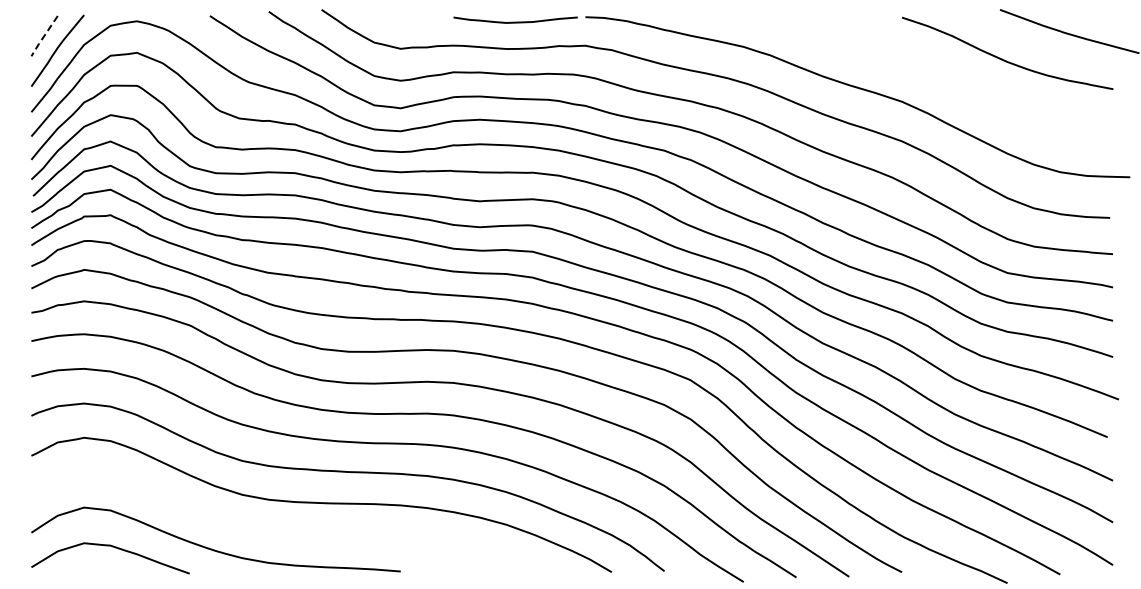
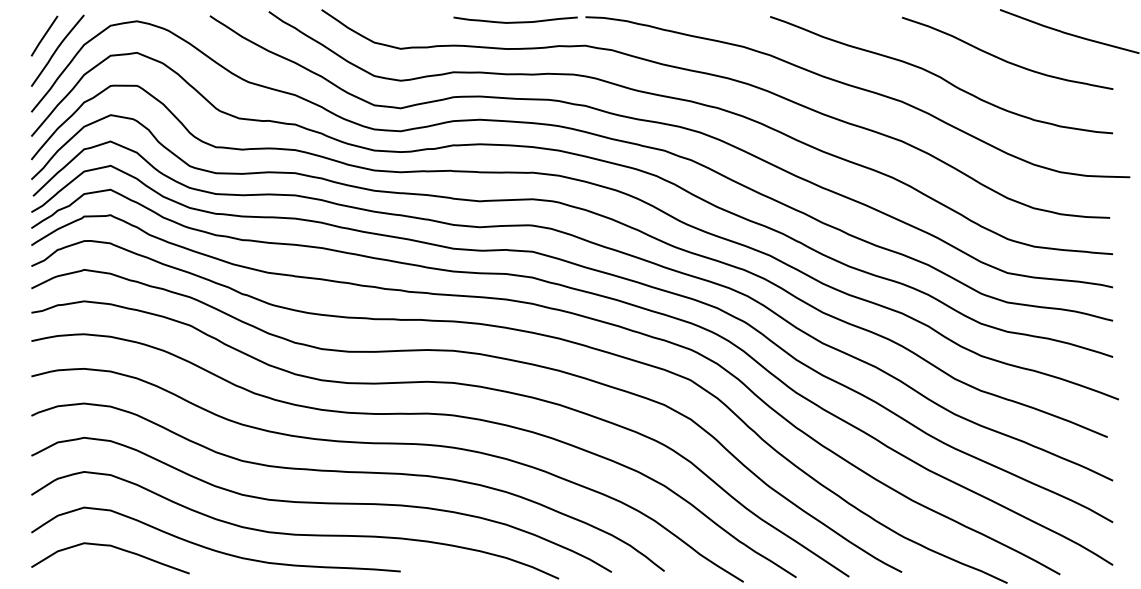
line at (44, 36): dashed -> solid
curve at (941, 76): none -> present
curve at (295, 533): none -> present
